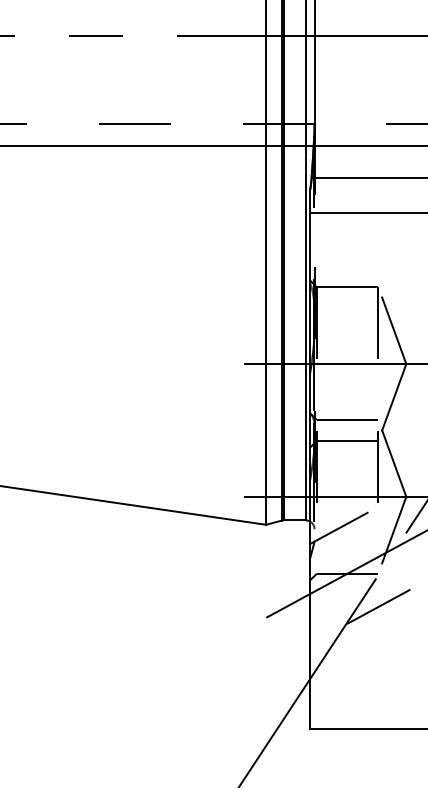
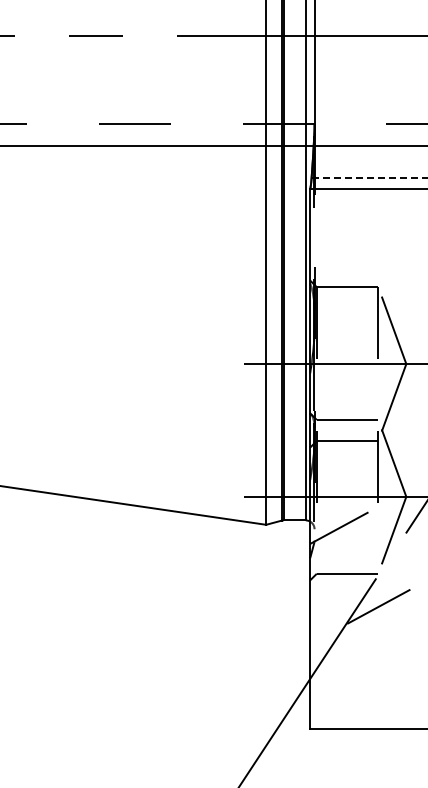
line at (369, 177): solid -> dashed
line at (367, 213) position: (367, 213) -> (367, 189)
line at (345, 574): present -> none
